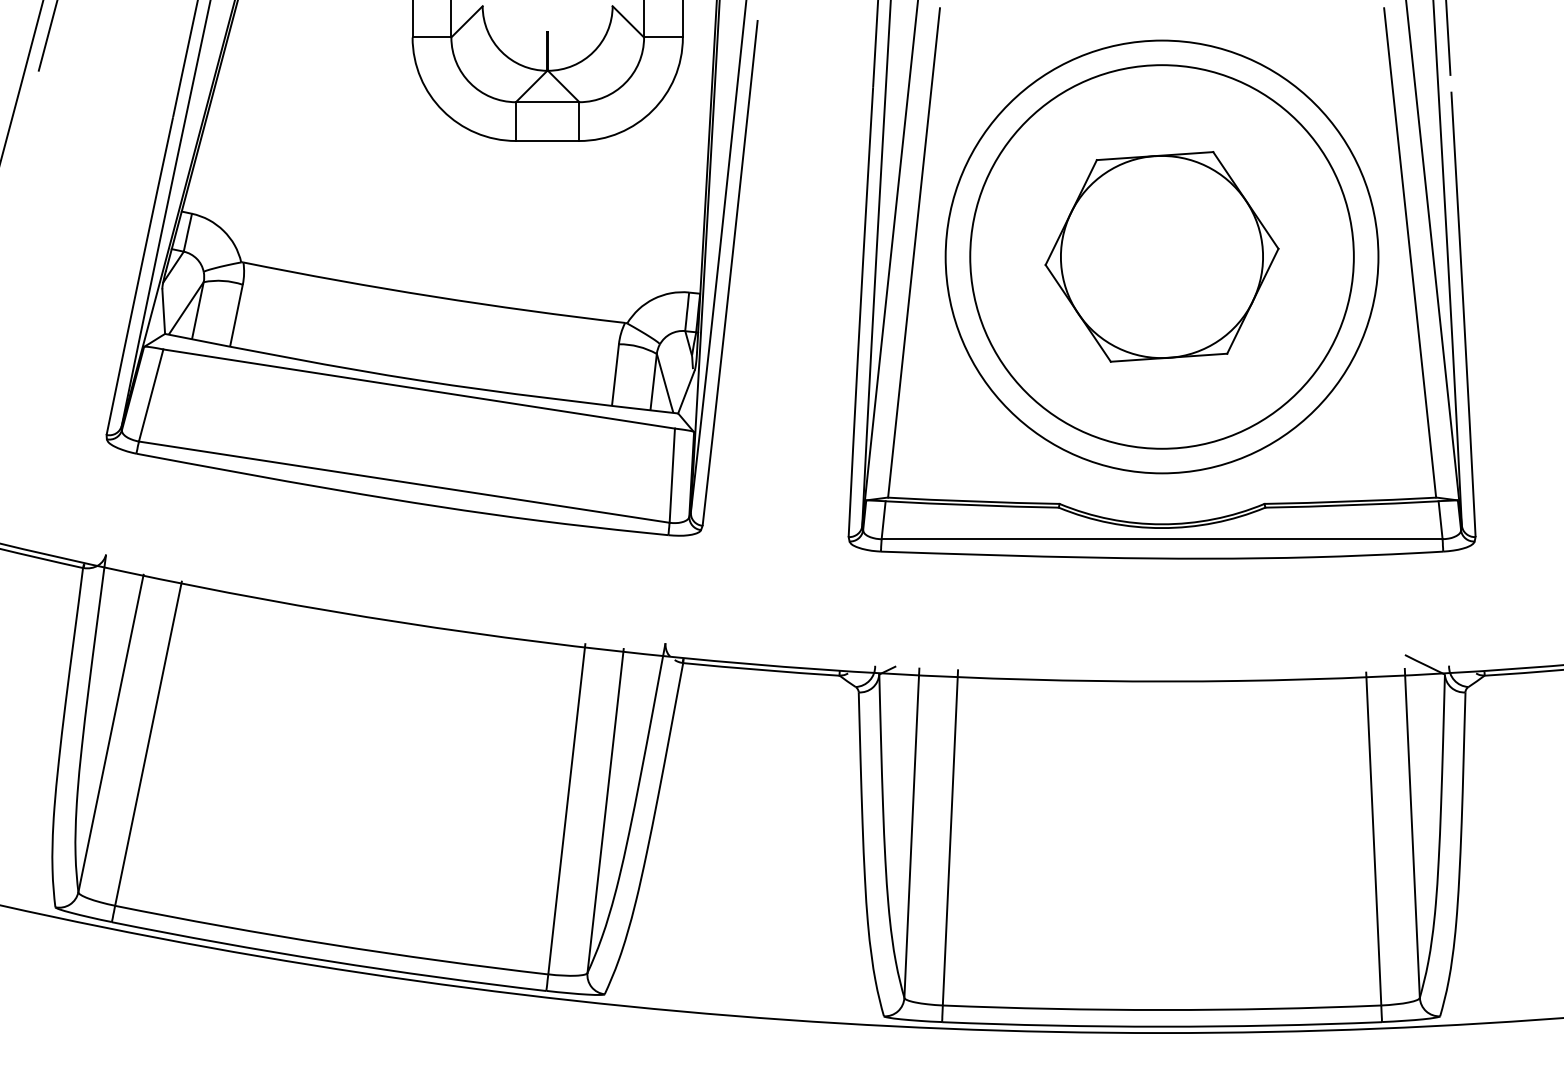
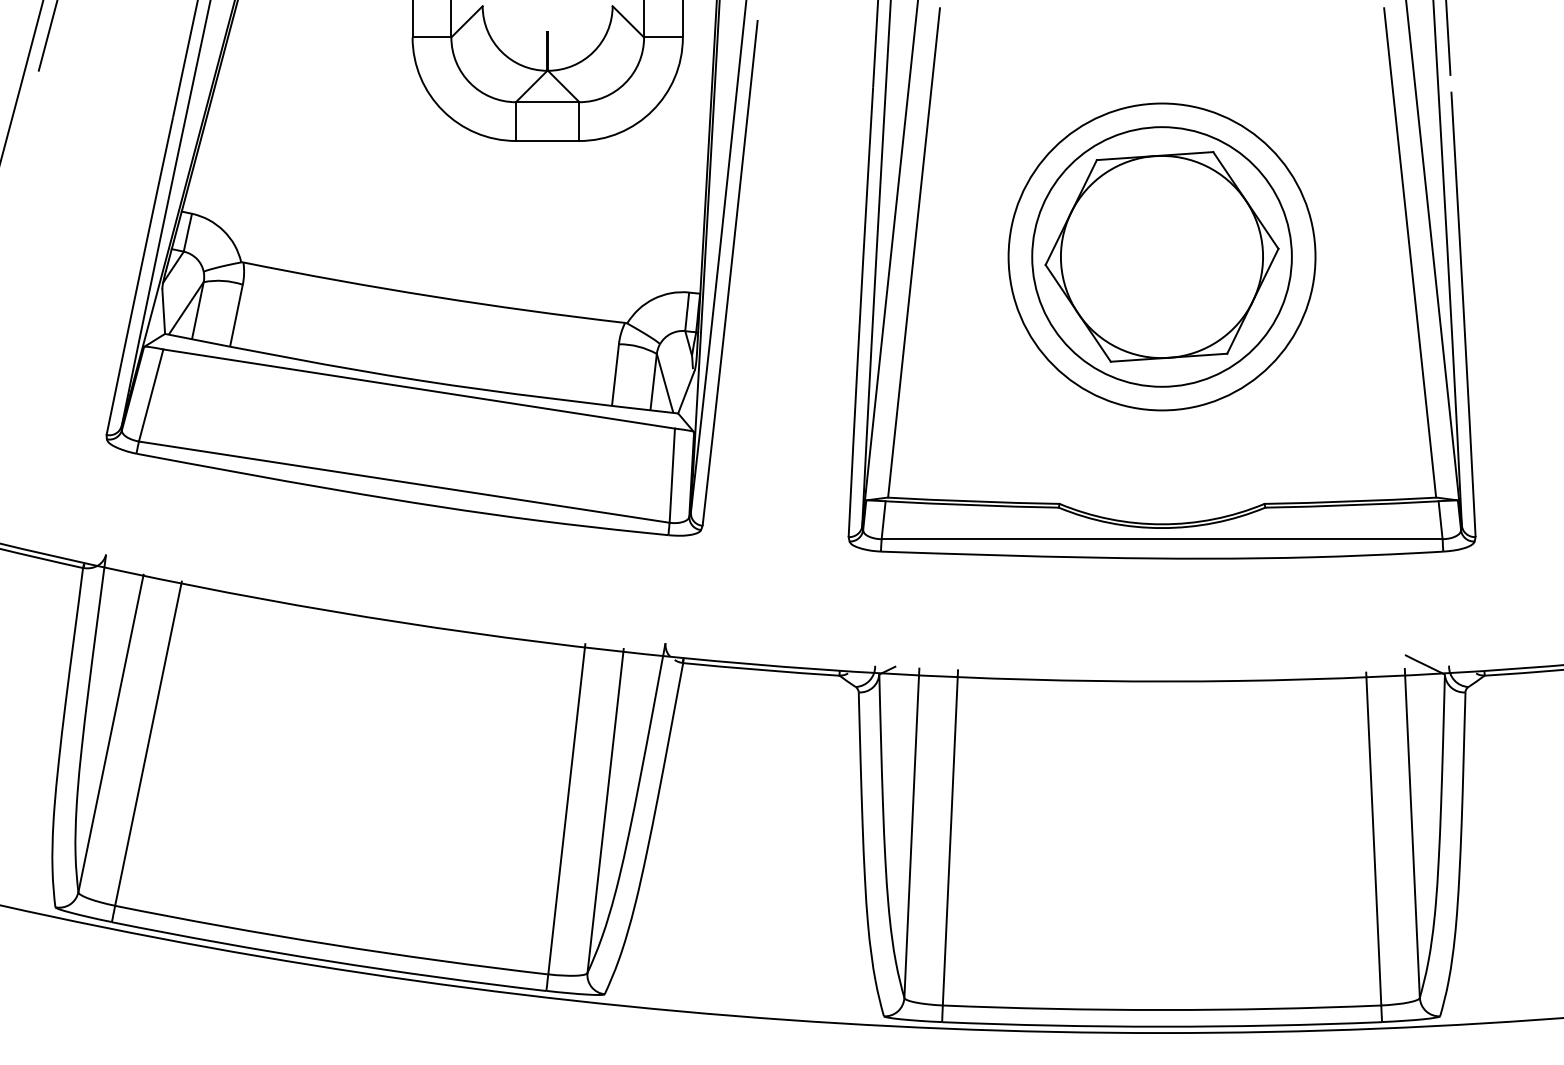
circle at (1161, 256) diameter: 384 px -> 307 px
circle at (1161, 256) diameter: 433 px -> 260 px
